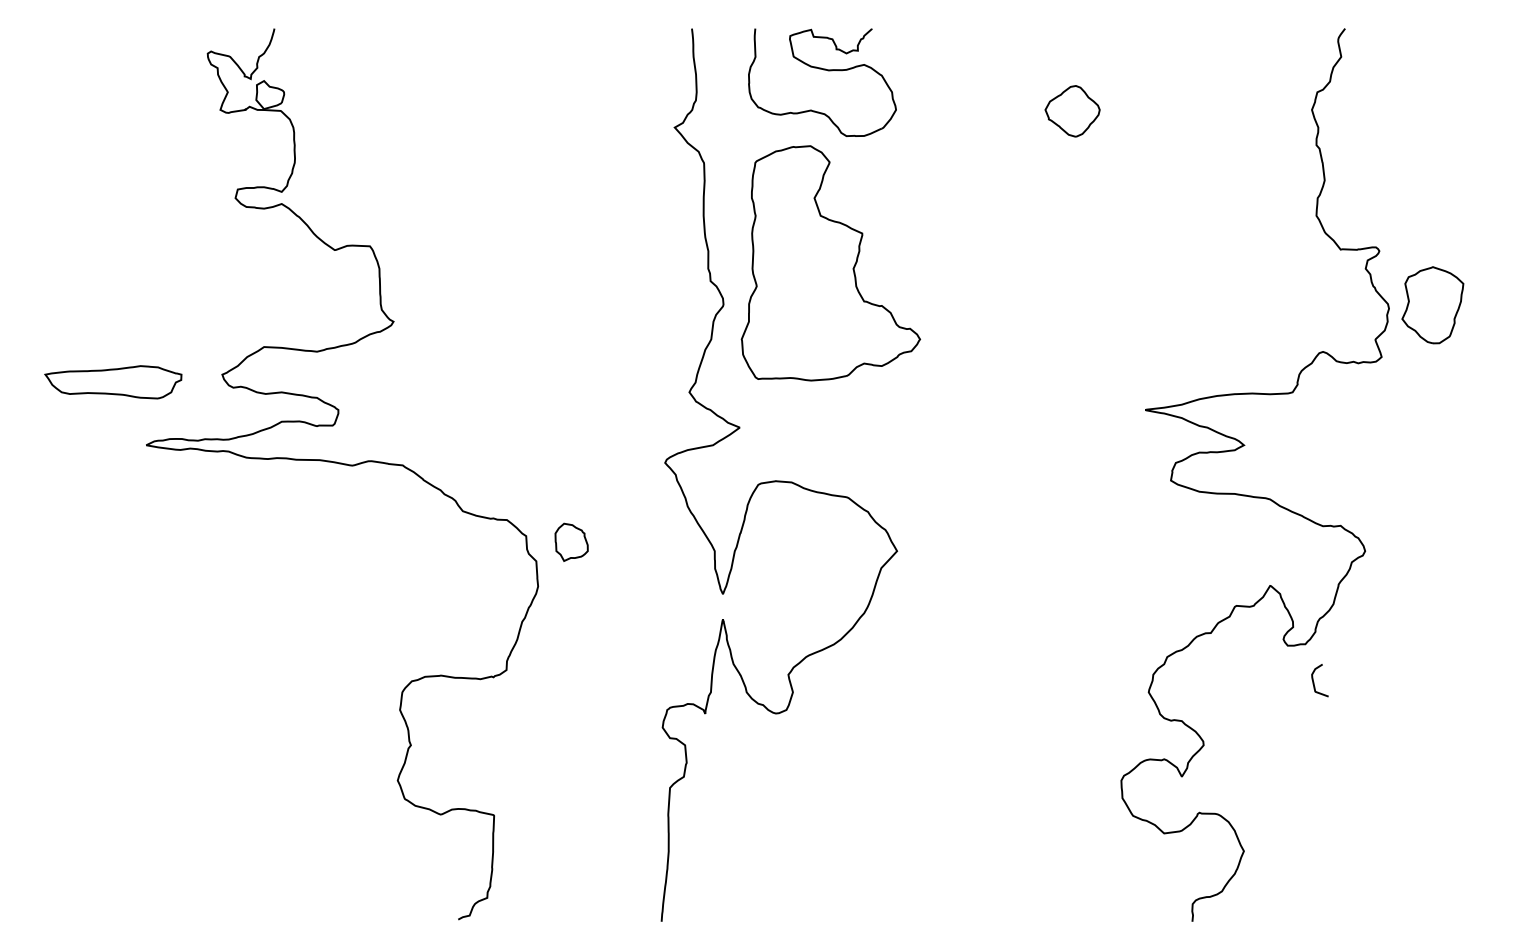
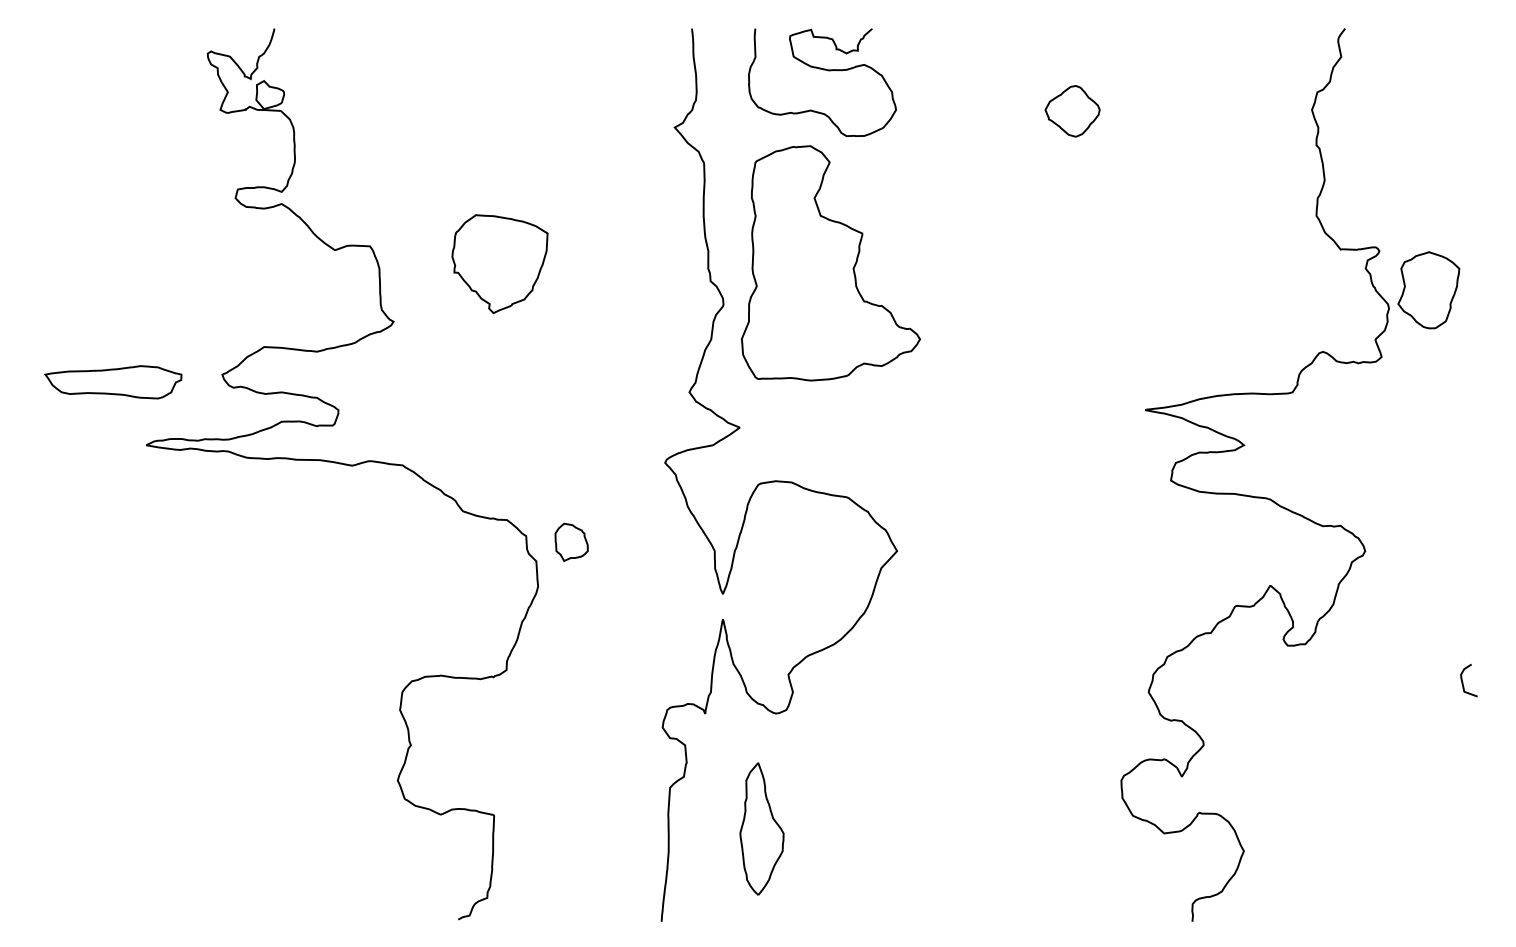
part at (499, 264): none -> present
part at (1432, 305) position: (1432, 305) -> (1428, 290)
curve at (1314, 682) position: (1314, 682) -> (1463, 682)
part at (761, 828): none -> present
